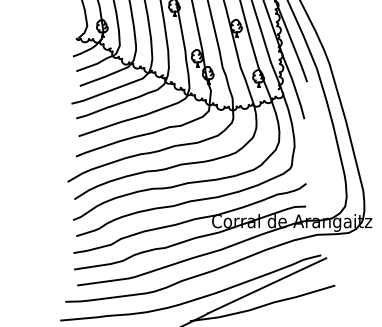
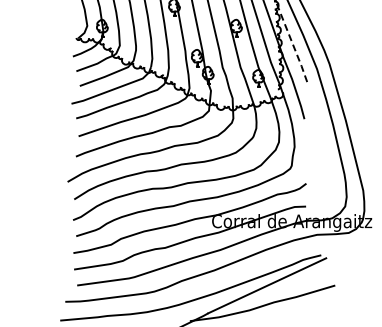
line at (291, 41): solid -> dashed
